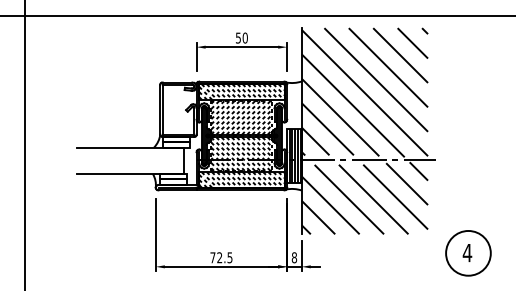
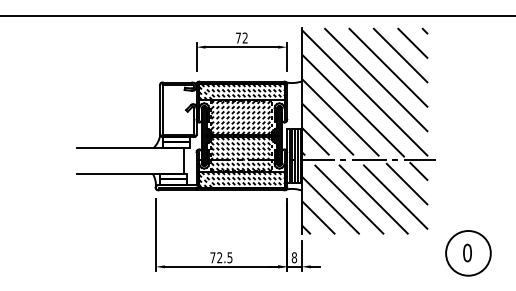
text at (241, 37): 50 -> 72
line at (25, 144): present -> none
text at (467, 252): 4 -> 0
